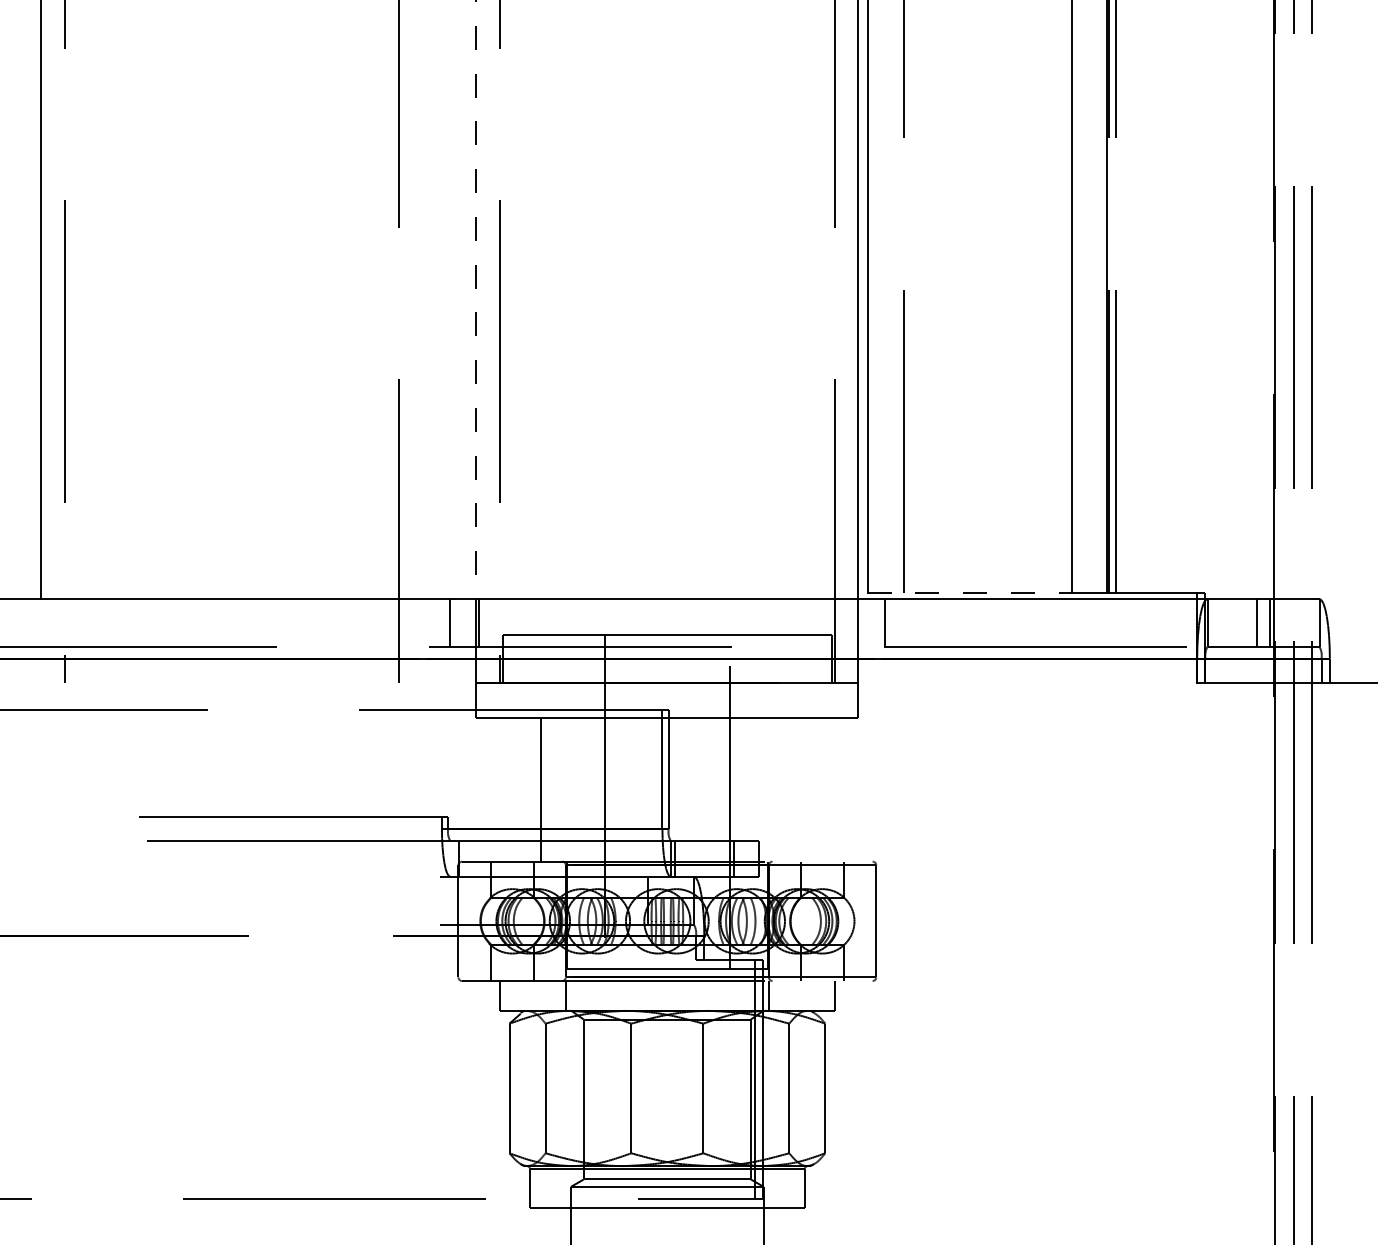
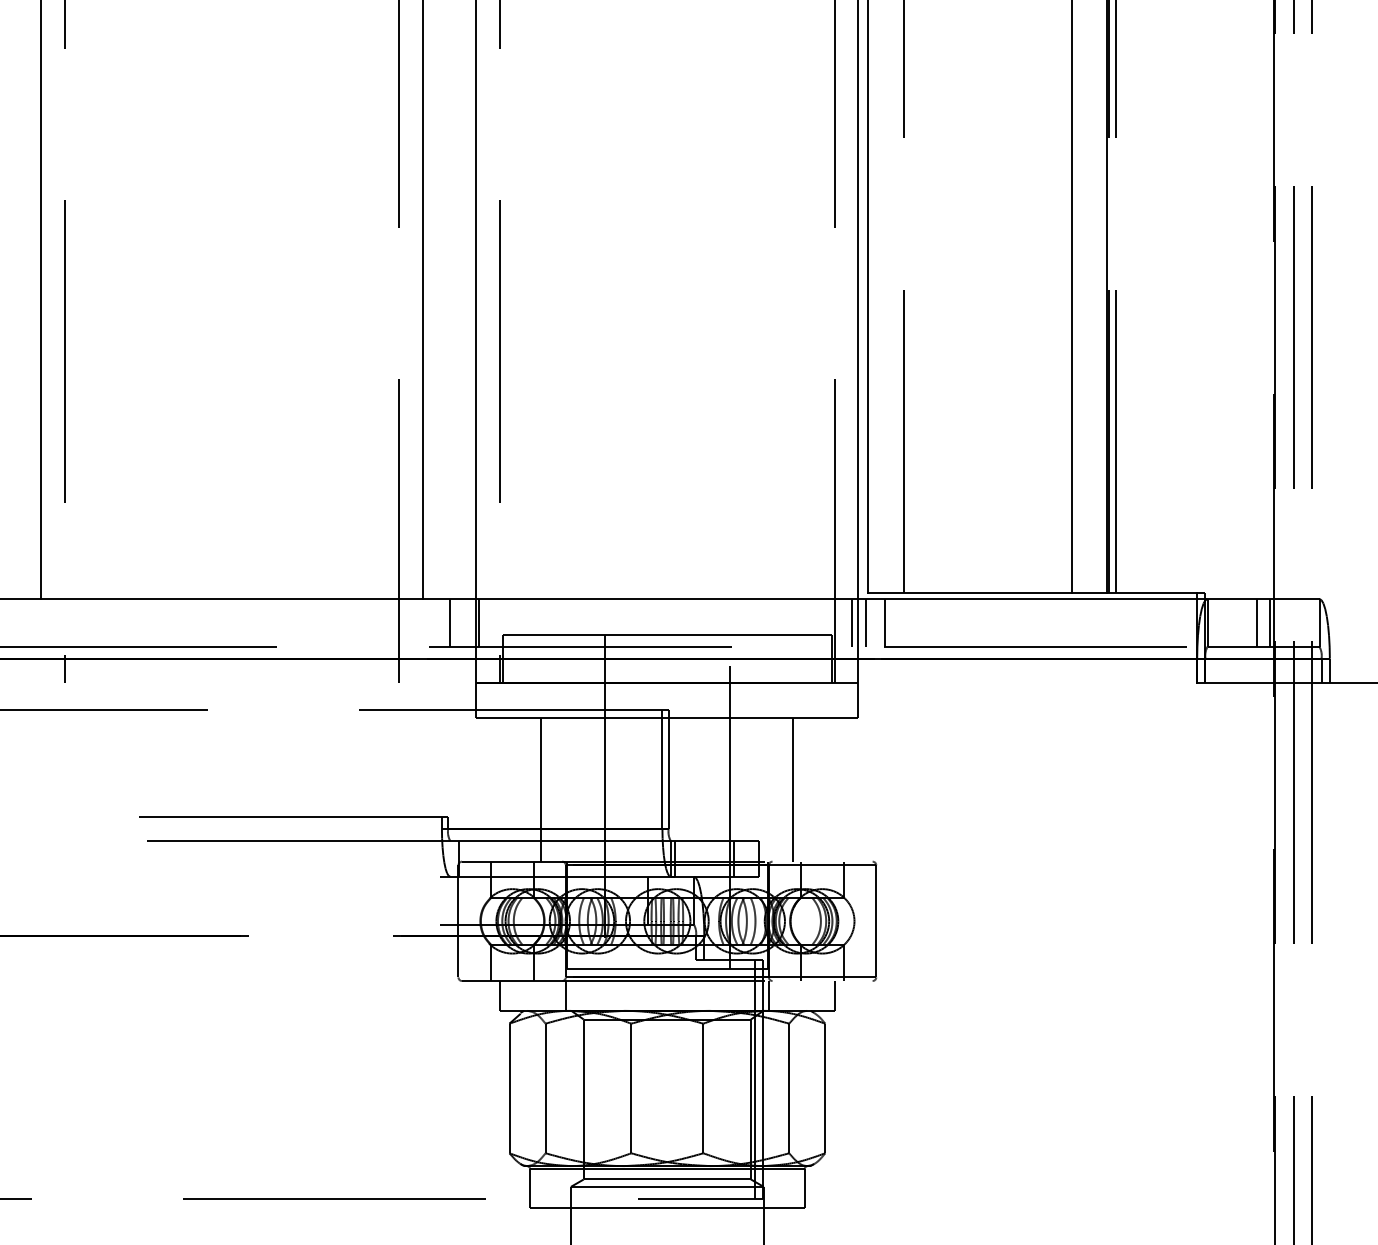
line at (423, 300): none -> present
line at (476, 300): dashed -> solid
line at (970, 593): dashed -> solid
line at (851, 622): none -> present
line at (866, 622): none -> present
line at (793, 789): none -> present
